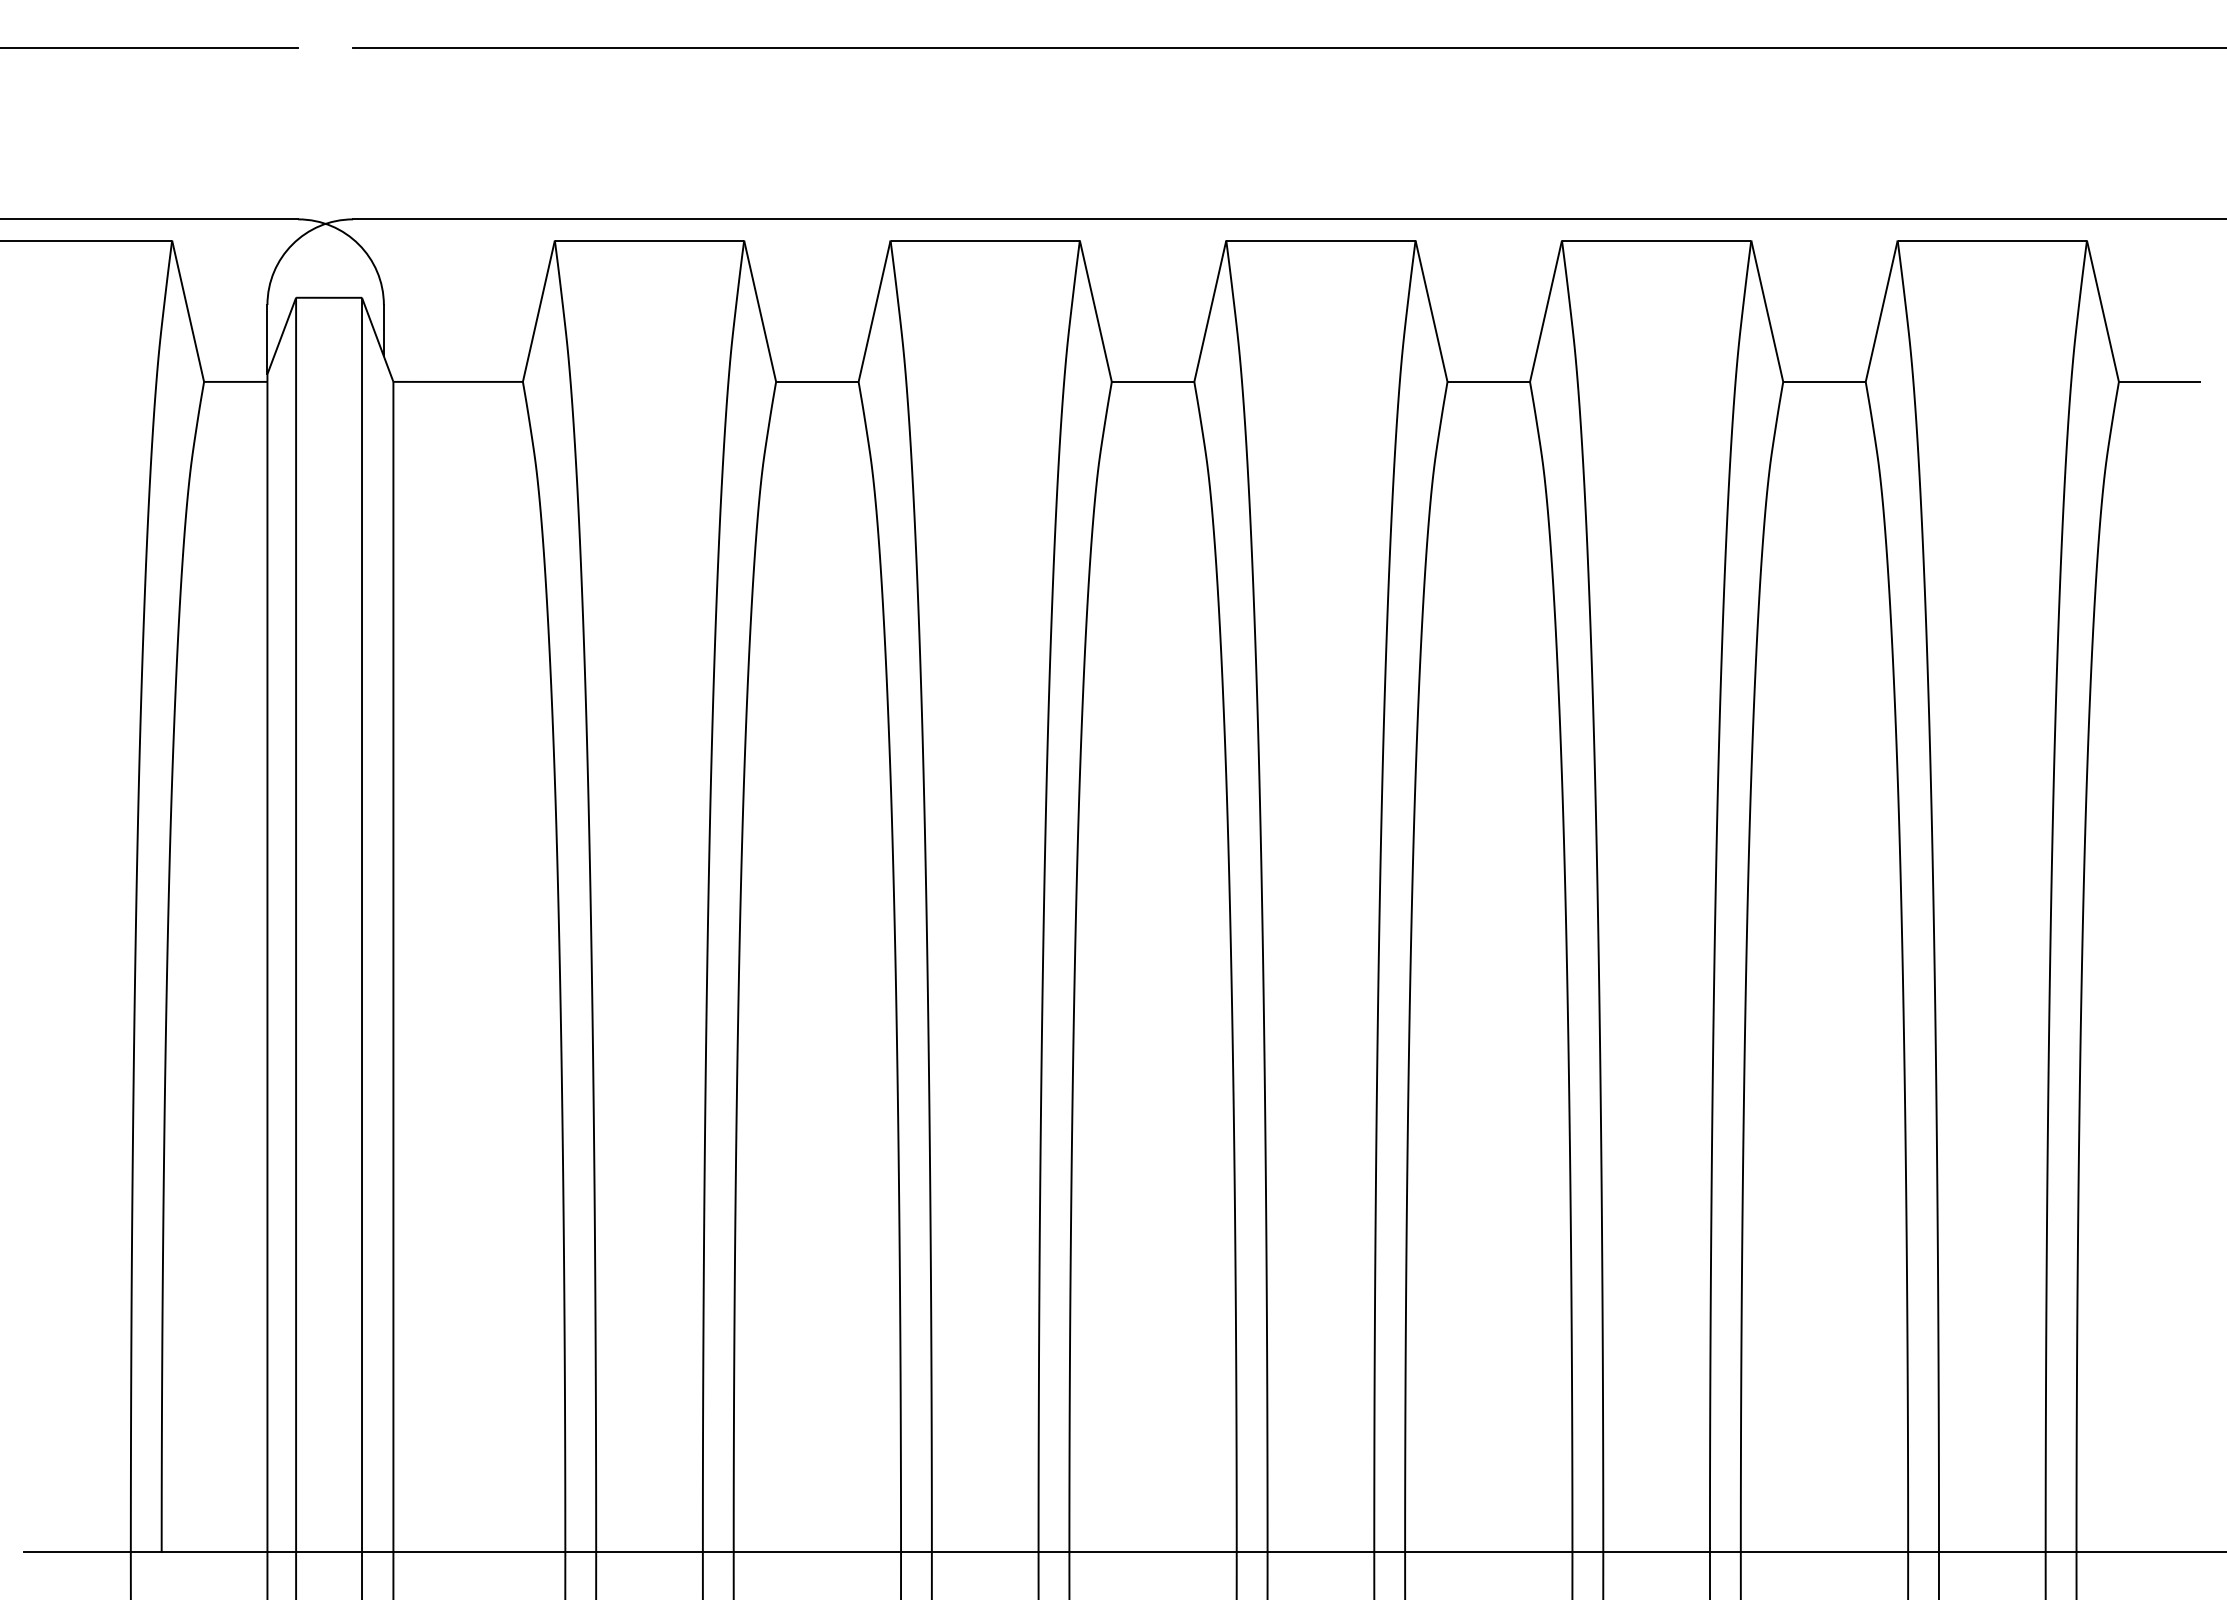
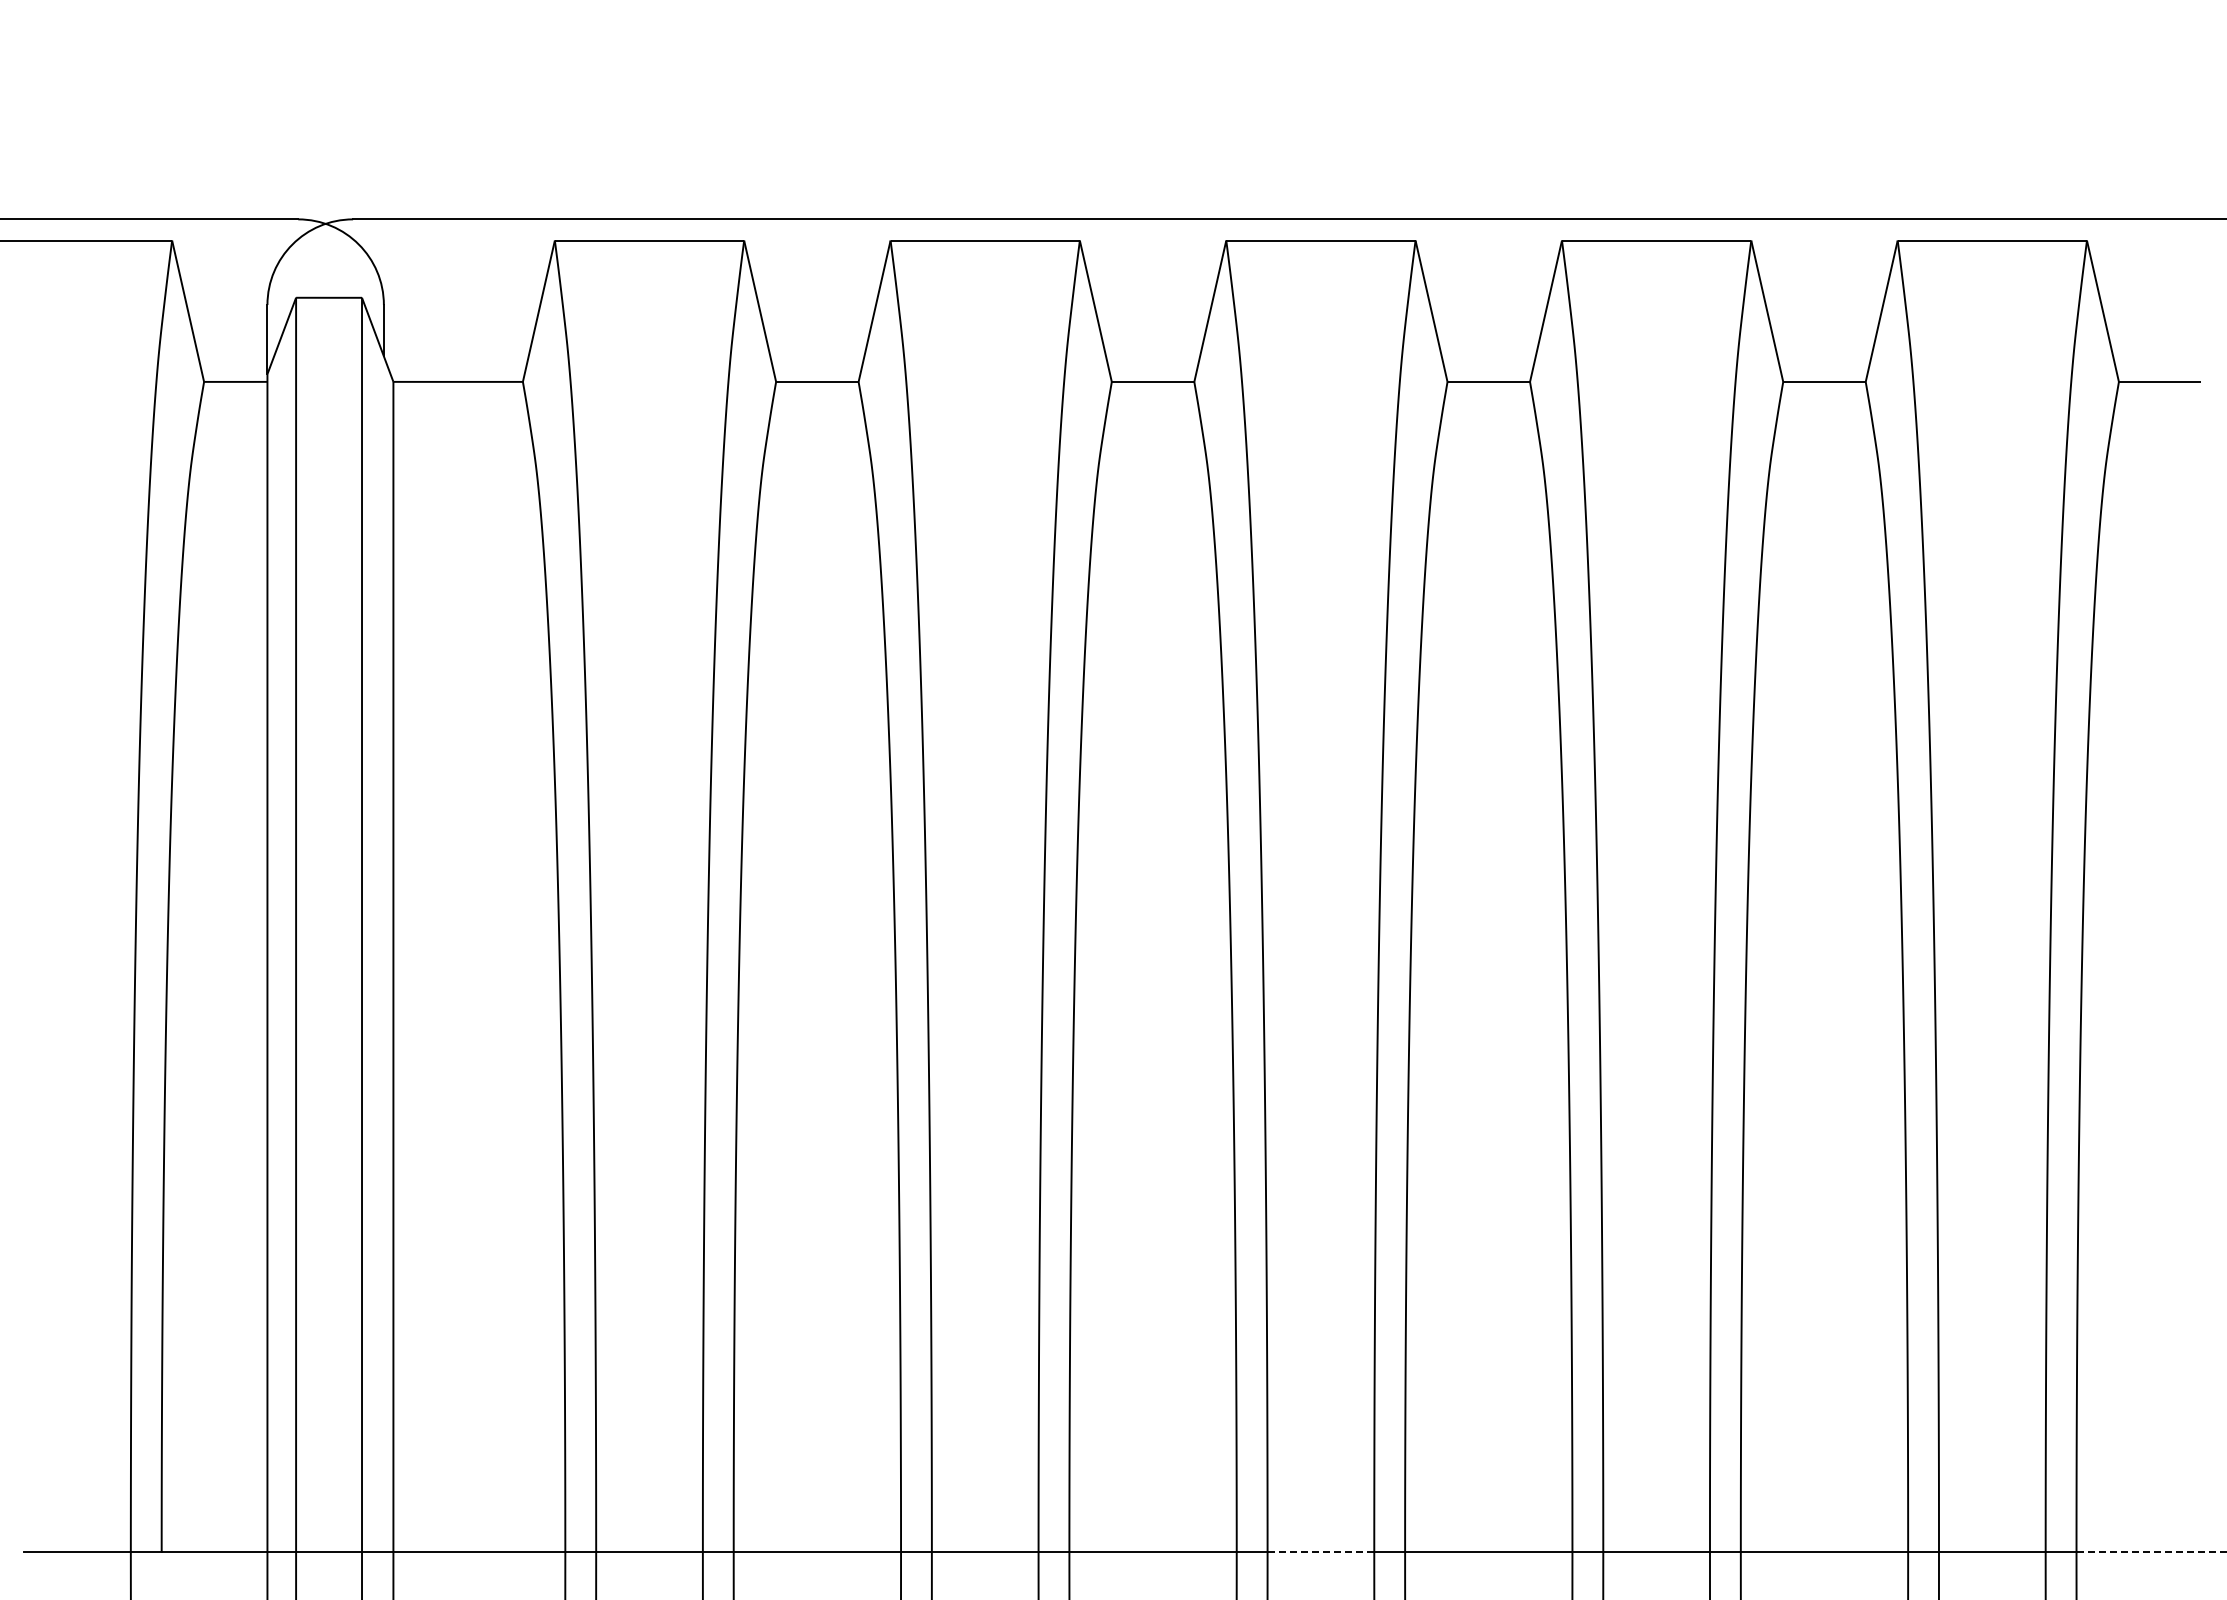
line at (150, 48): present -> none
line at (1288, 48): present -> none
line at (1321, 1551): solid -> dashed
line at (2152, 1551): solid -> dashed
